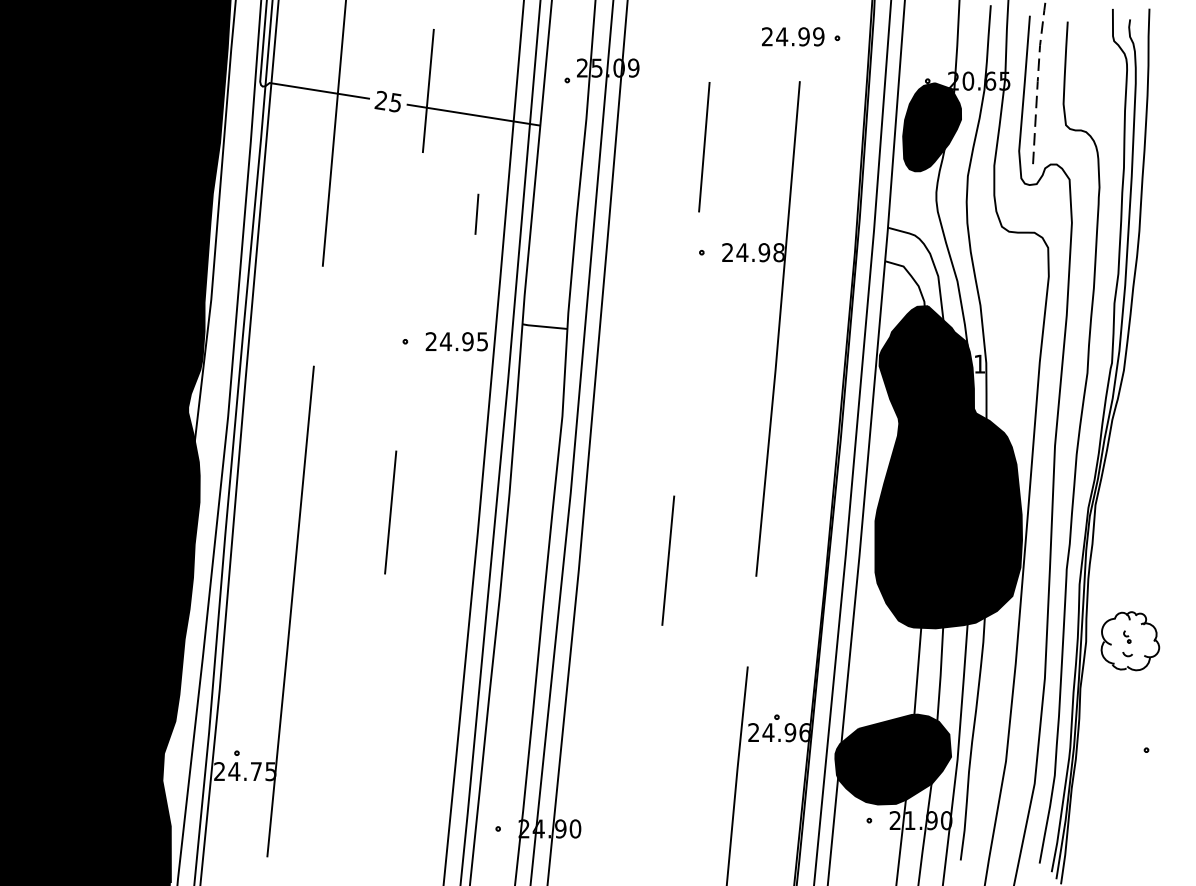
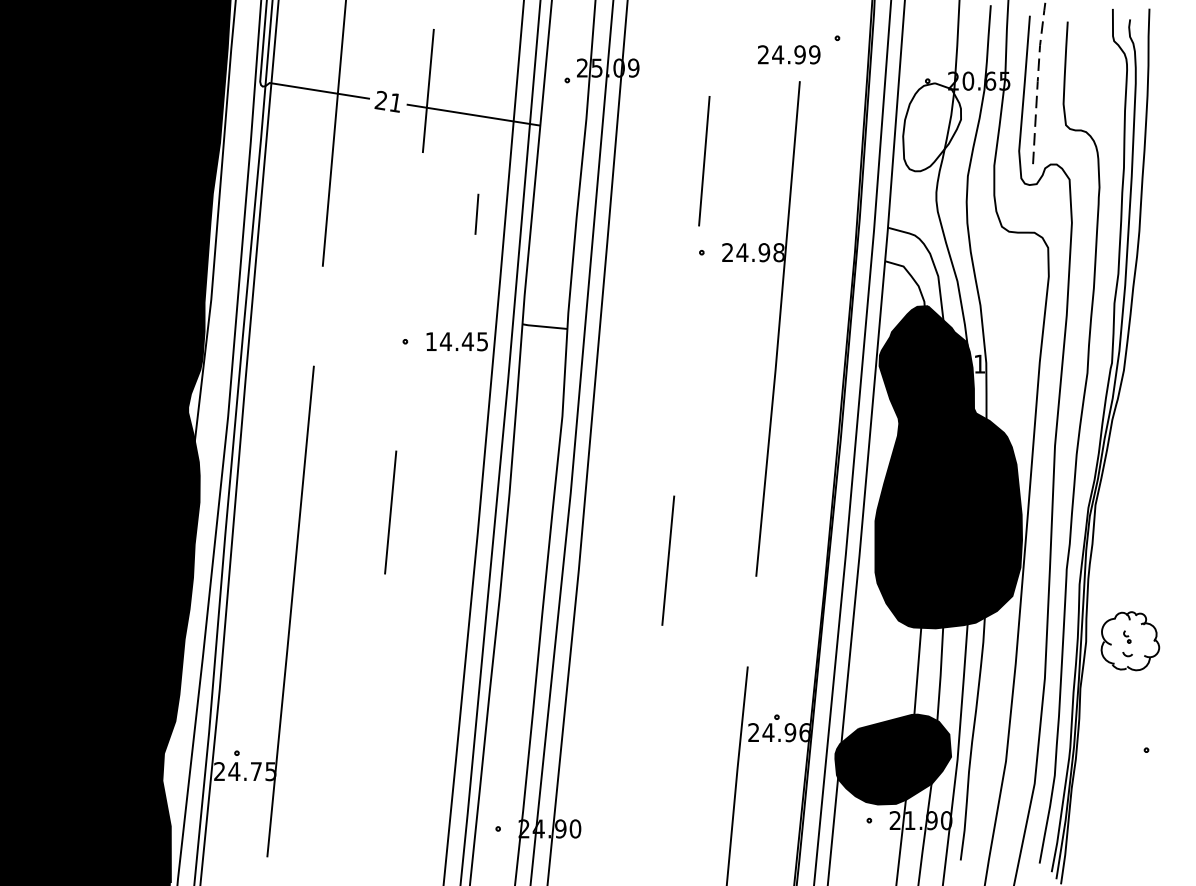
text at (793, 36) position: (793, 36) -> (789, 54)
text at (395, 102): 25 -> 21
fill at (932, 127): present -> none
line at (704, 147) position: (704, 147) -> (704, 161)
text at (449, 341): 24.95 -> 14.45
